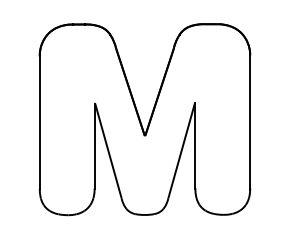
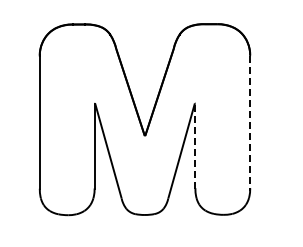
line at (250, 122): solid -> dashed
line at (195, 145): solid -> dashed
